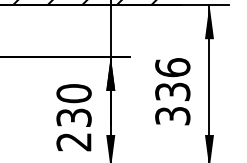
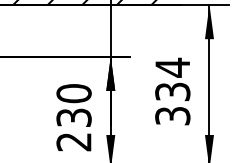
text at (172, 67): 336 -> 334
